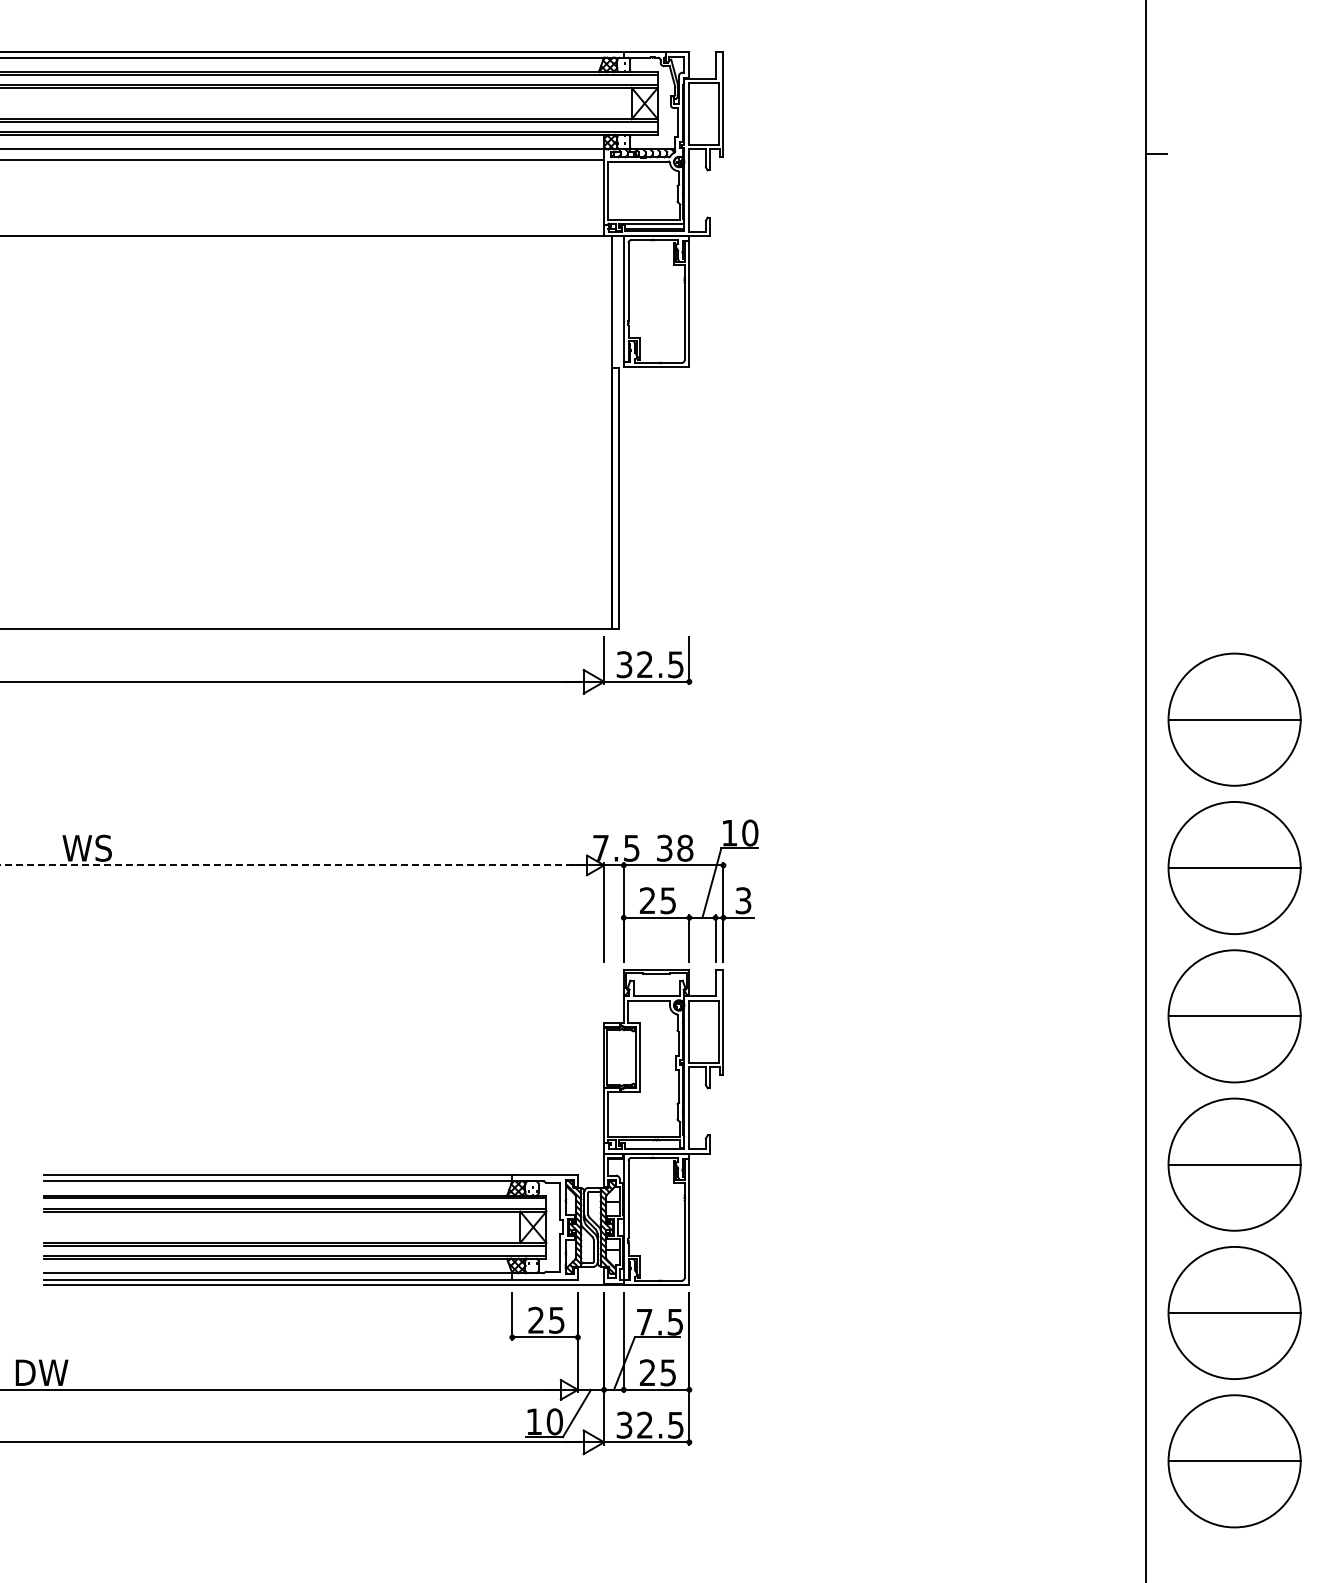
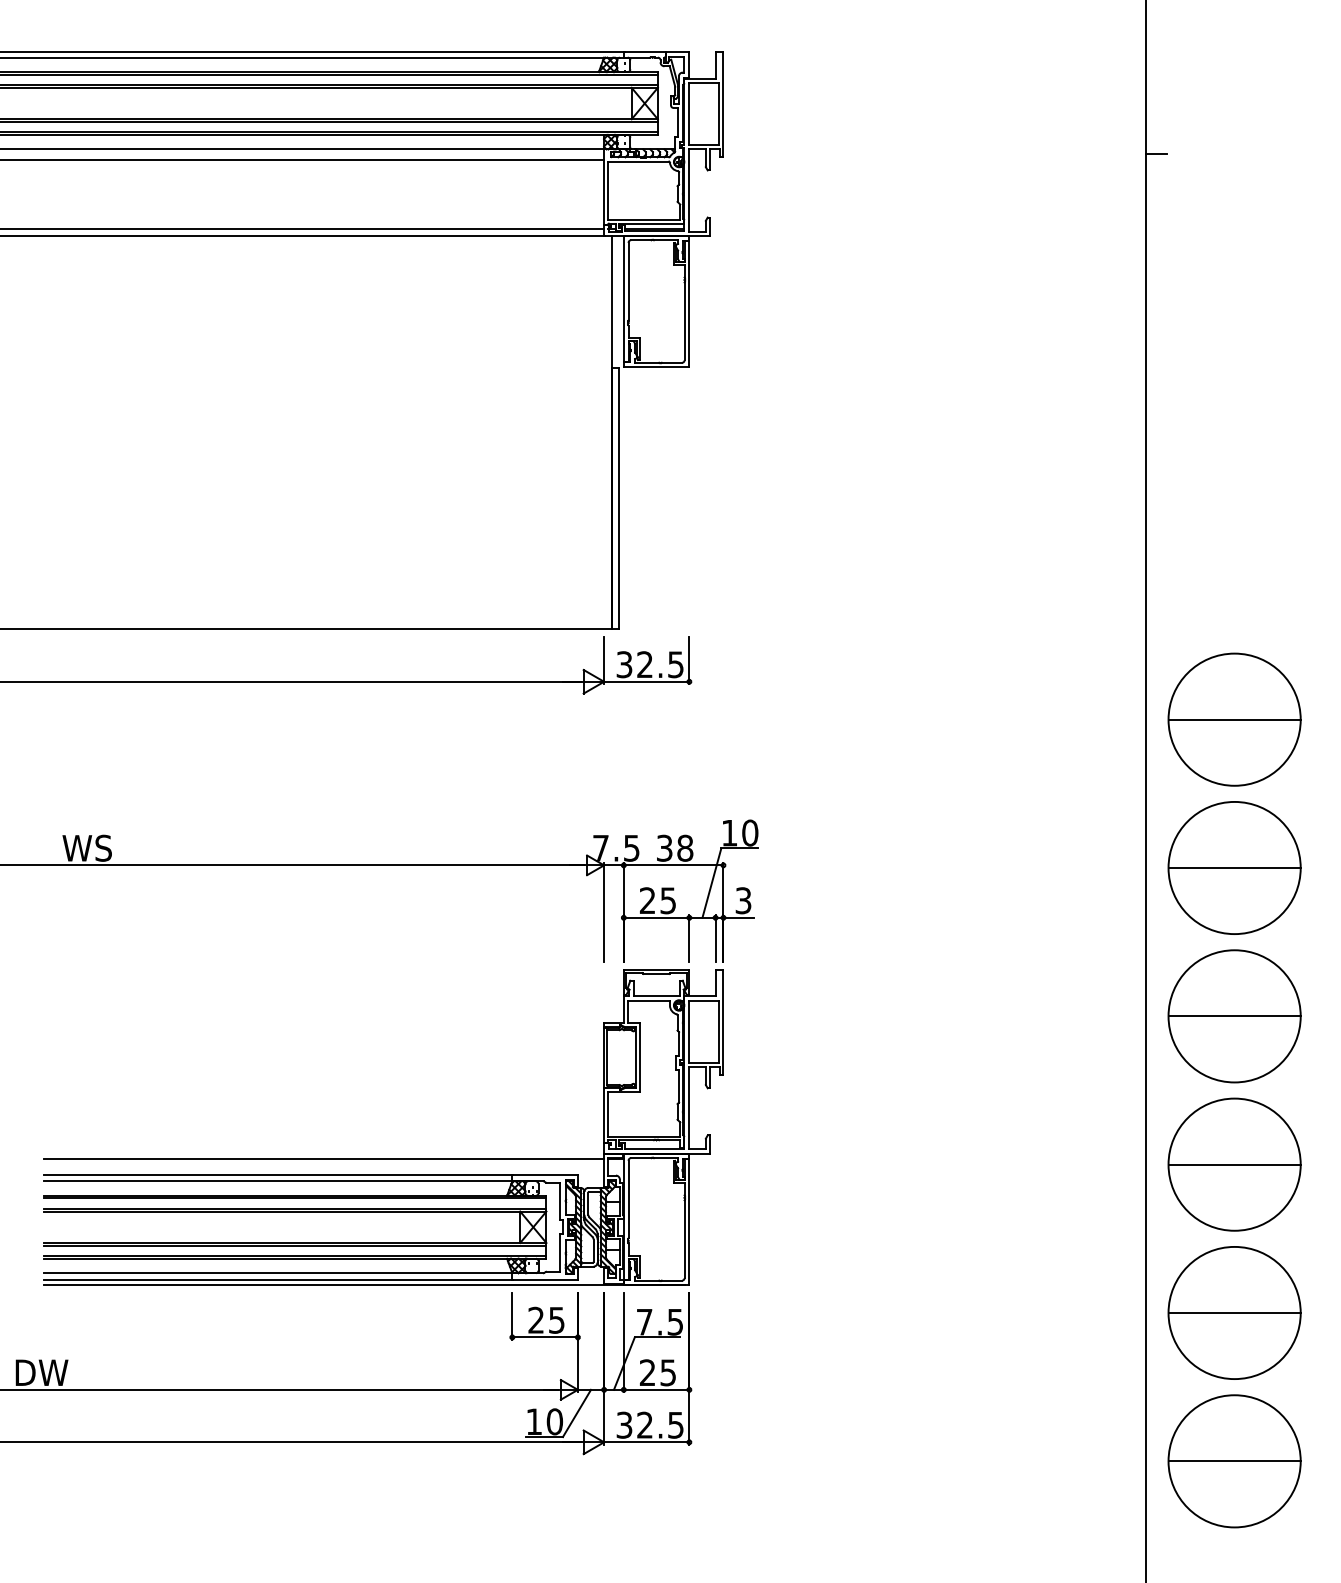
line at (303, 229): none -> present
line at (292, 865): dashed -> solid
line at (324, 1159): none -> present
